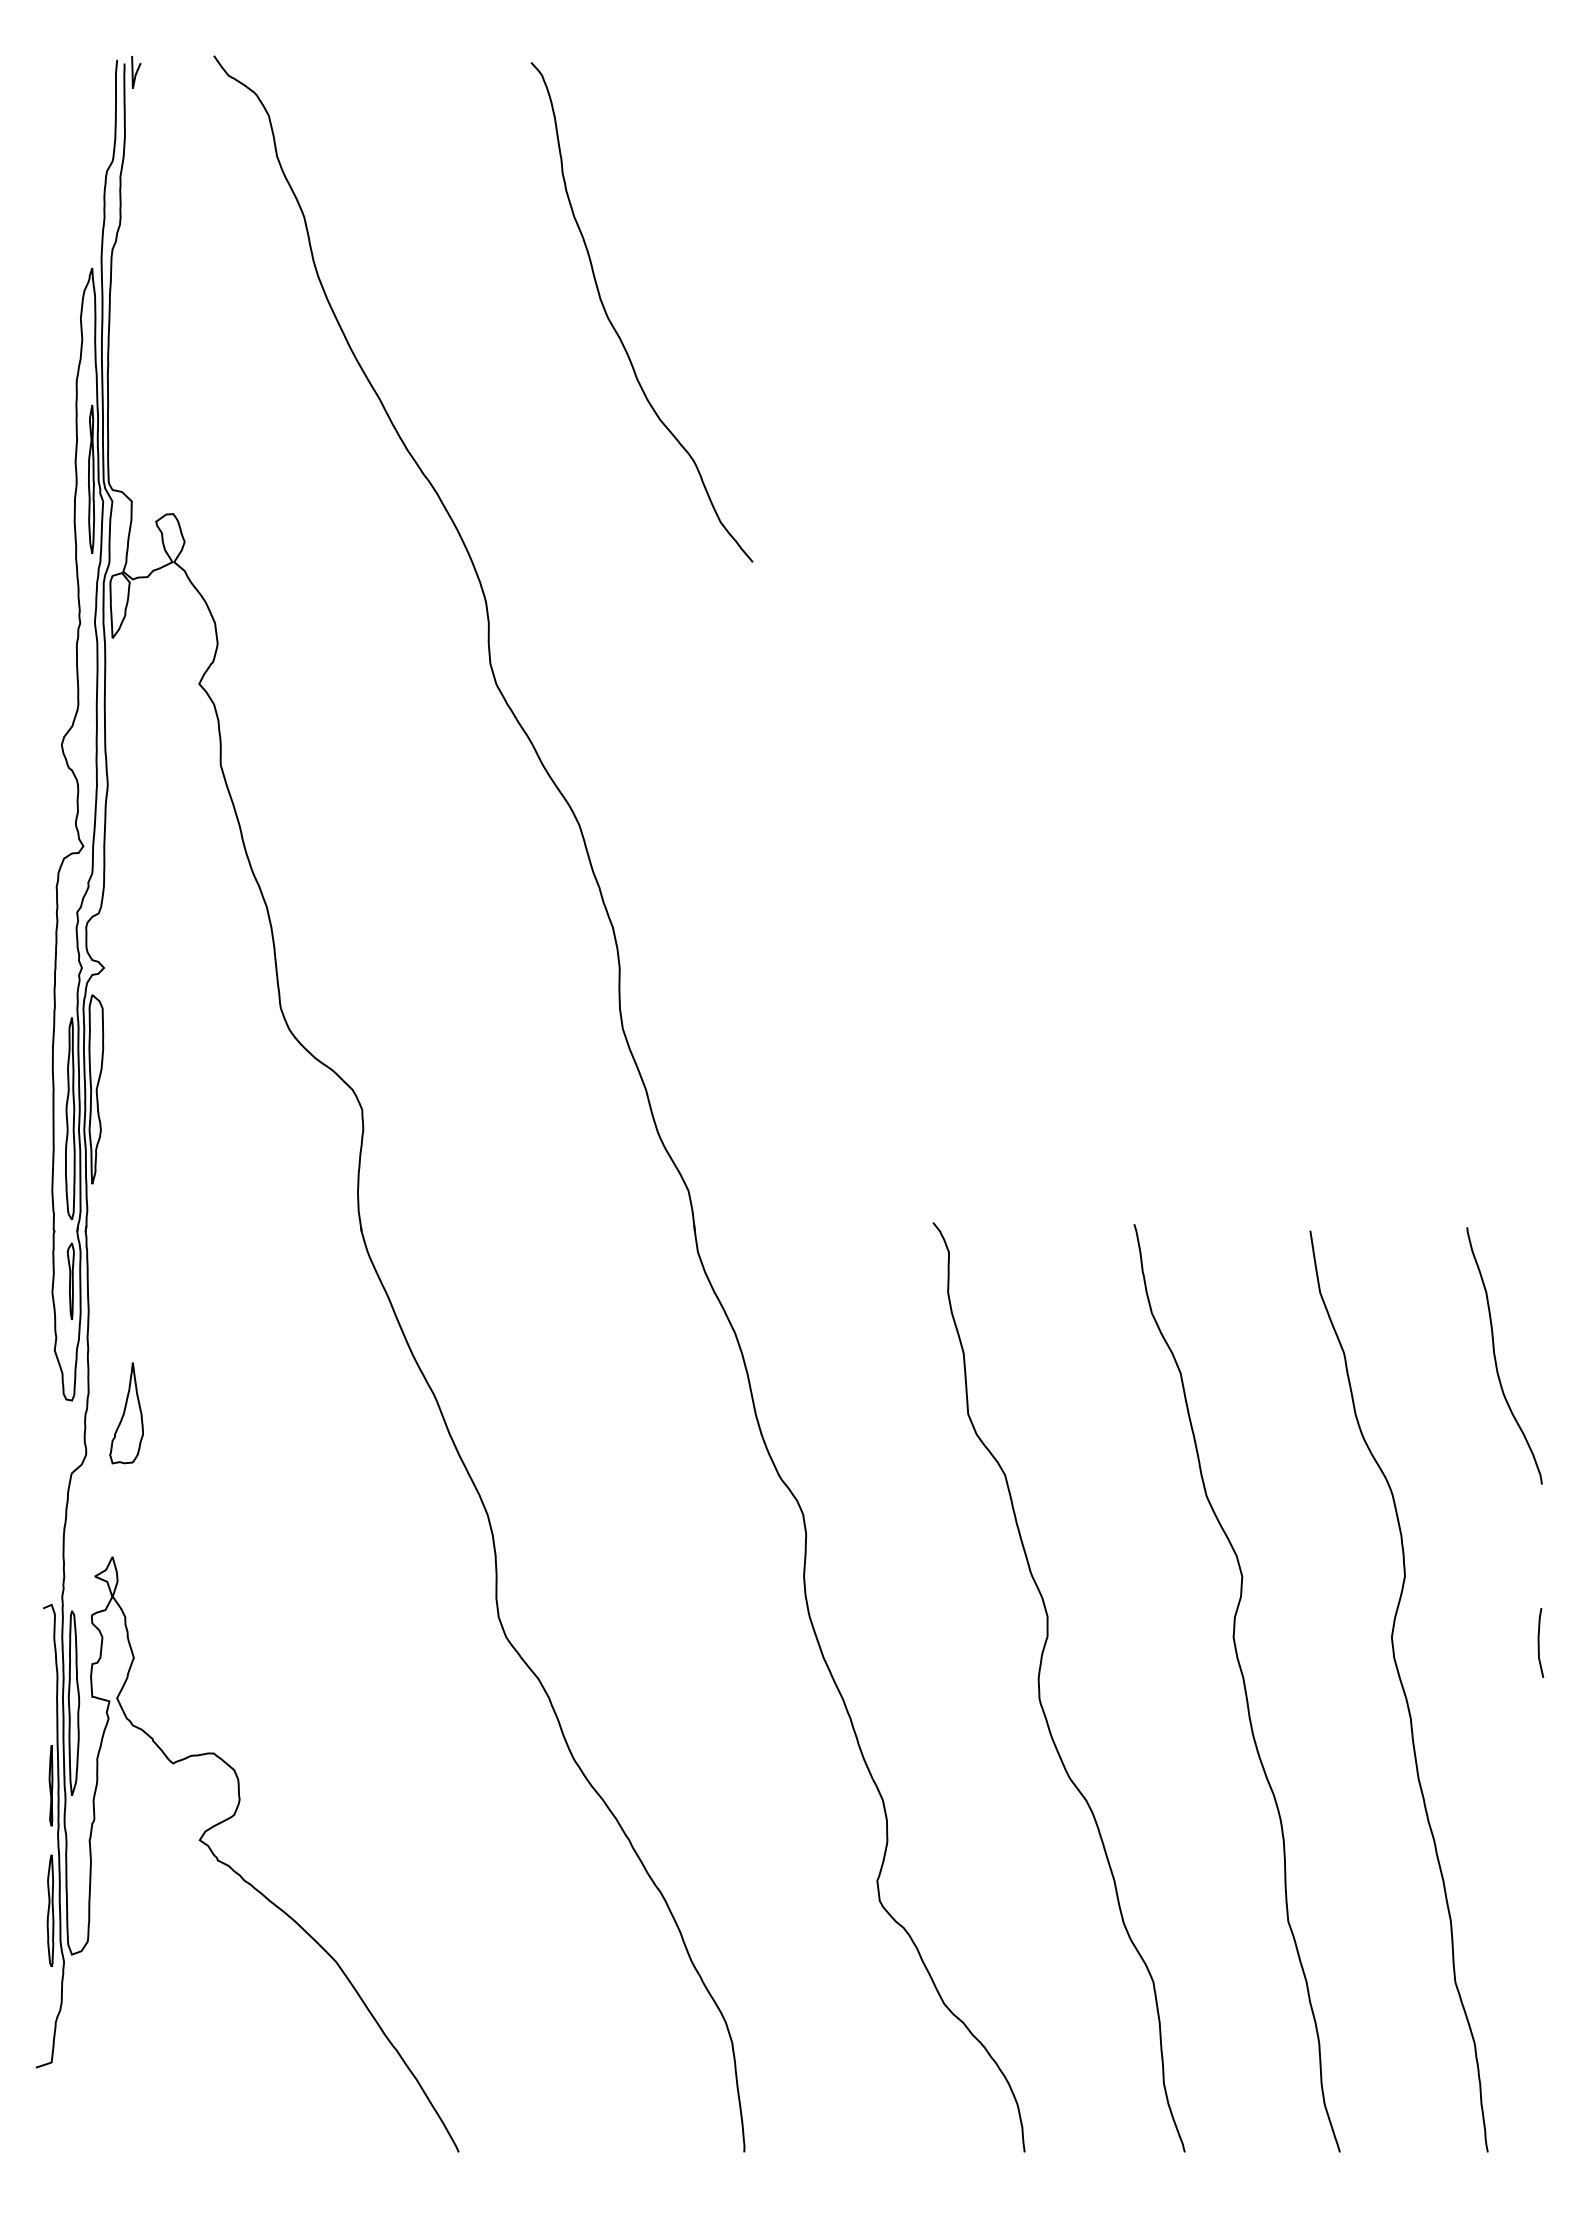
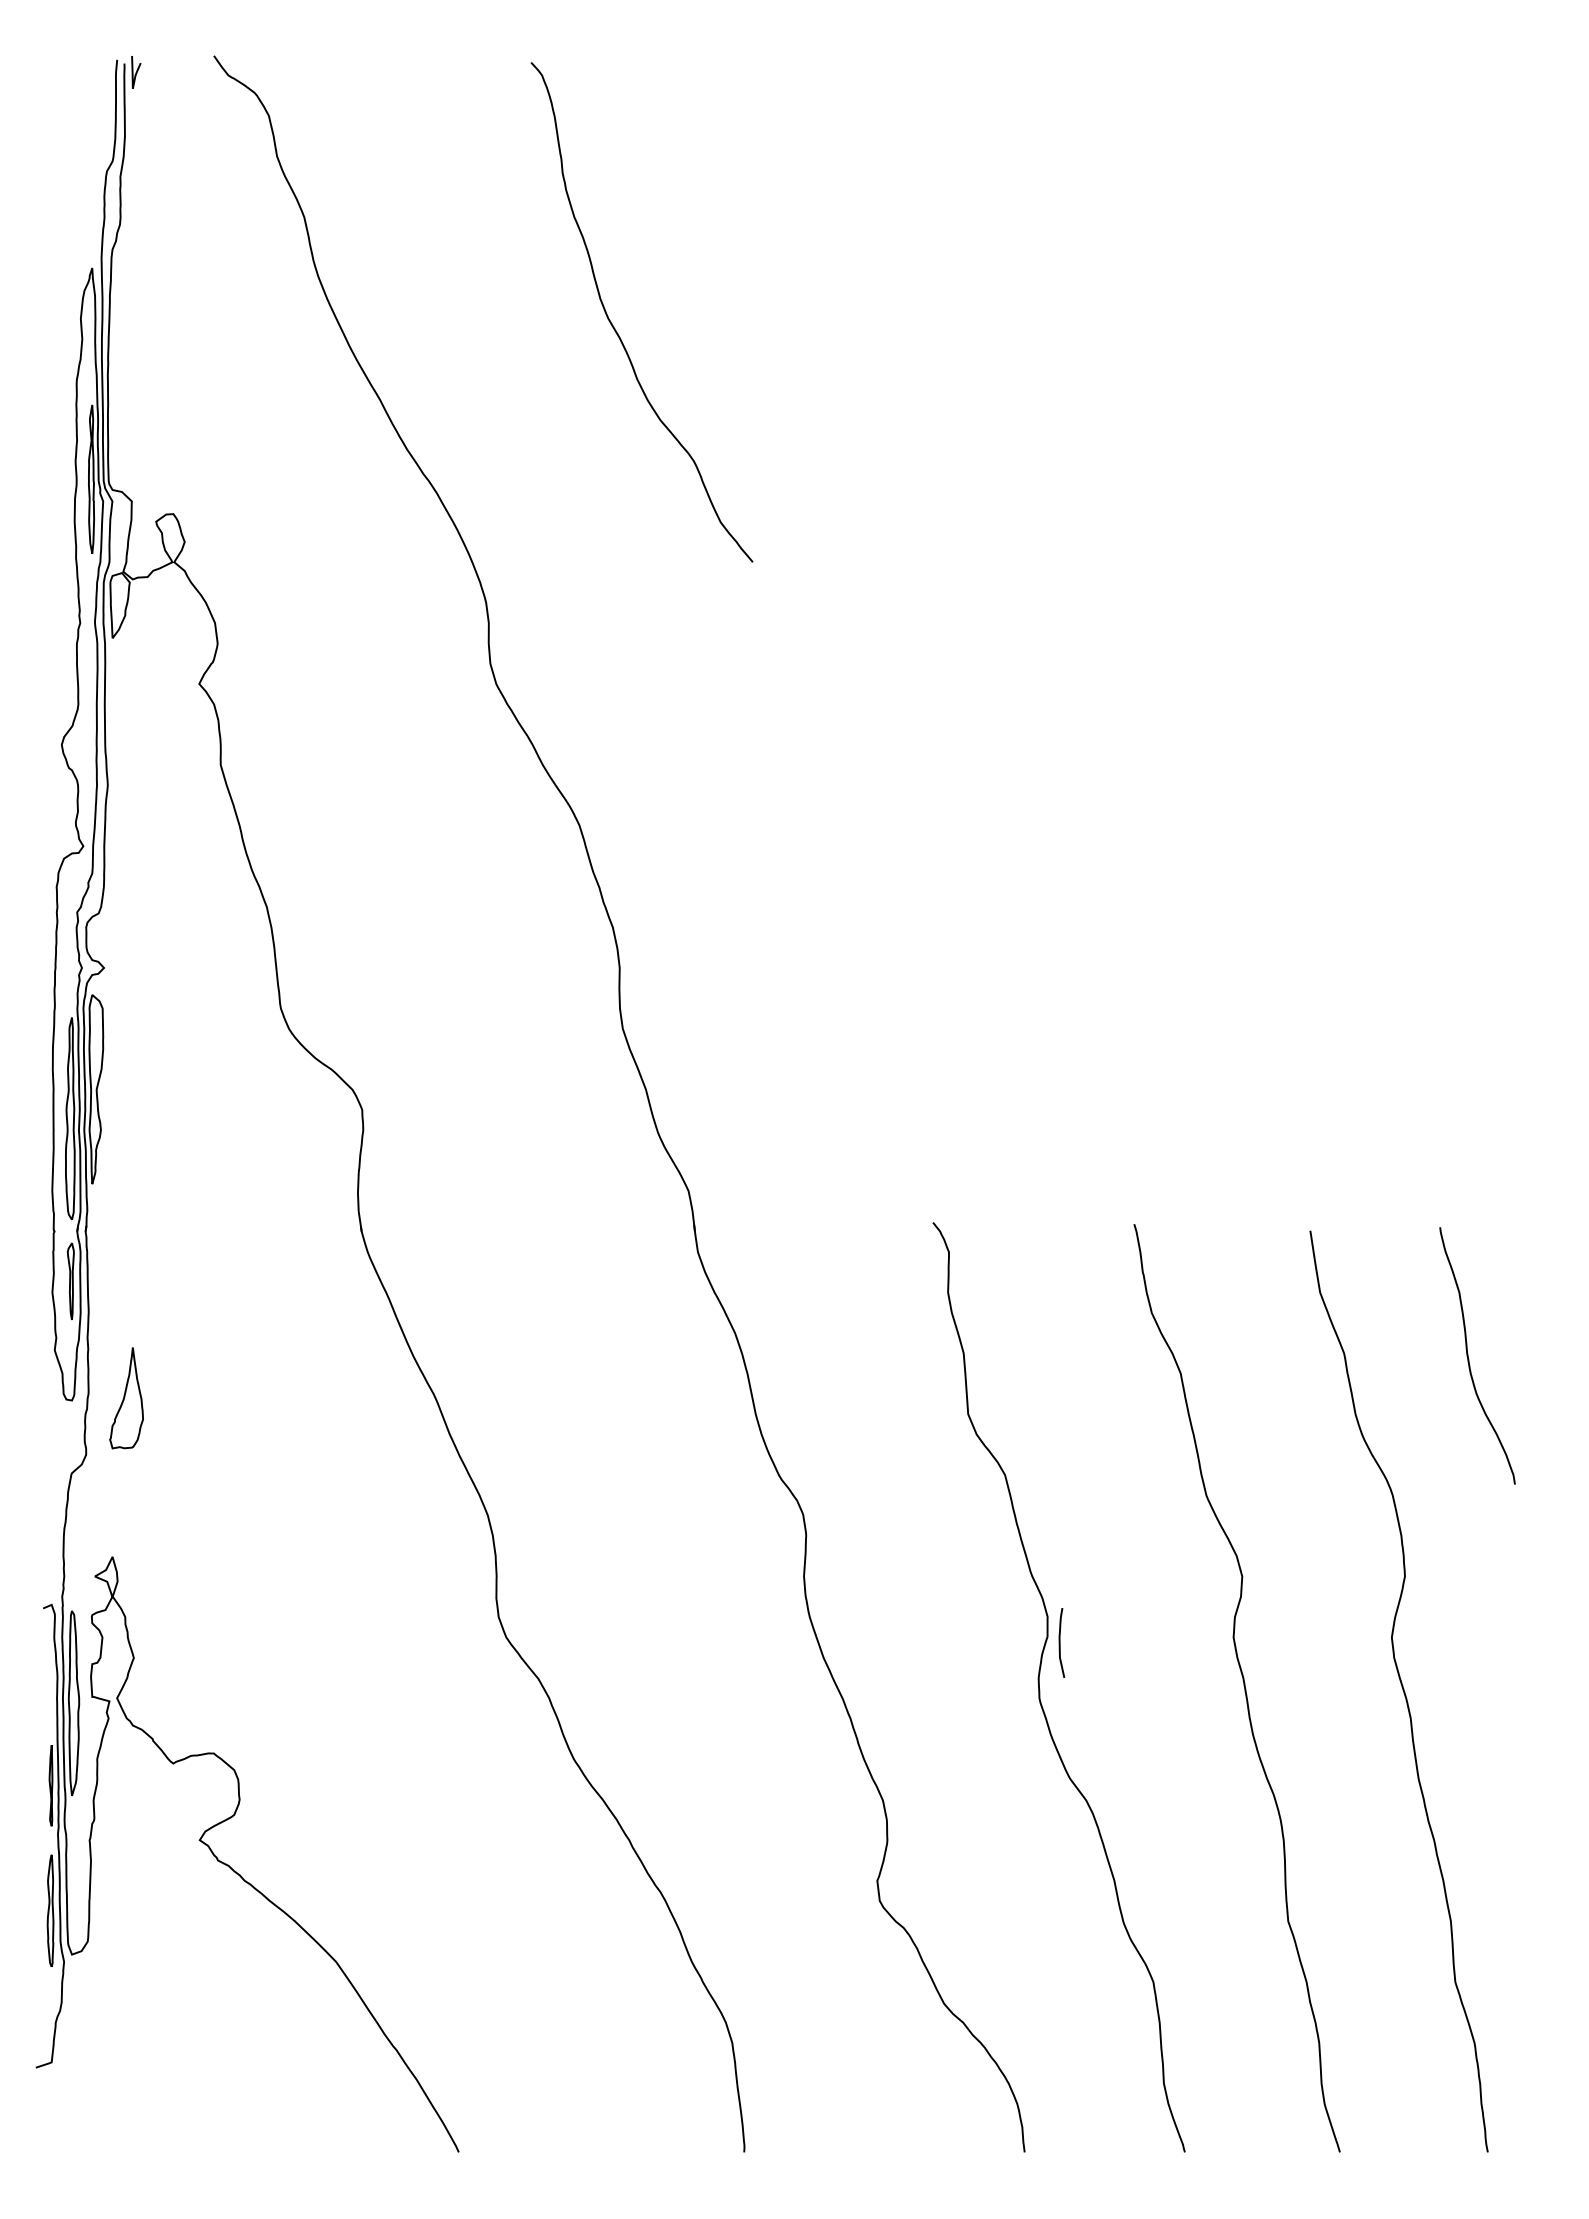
curve at (1496, 1359) position: (1496, 1359) -> (1469, 1359)
part at (126, 1413) position: (126, 1413) -> (126, 1398)
curve at (1539, 1642) position: (1539, 1642) -> (1060, 1642)
